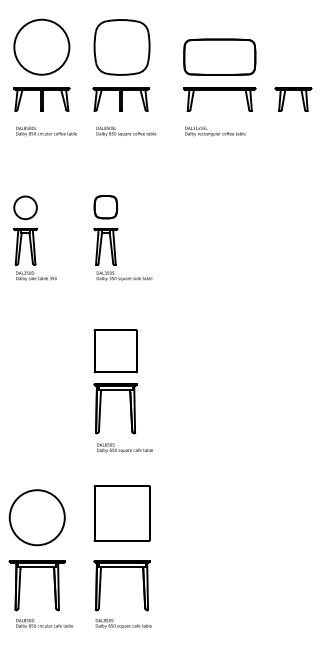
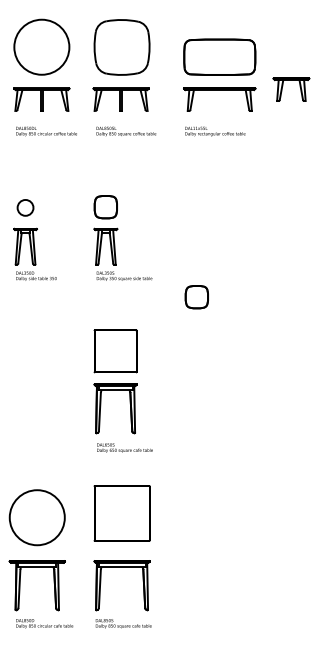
part at (301, 97) position: (301, 97) -> (299, 87)
part at (25, 207) size: 25x26 px -> 19x18 px
part at (196, 297): none -> present
